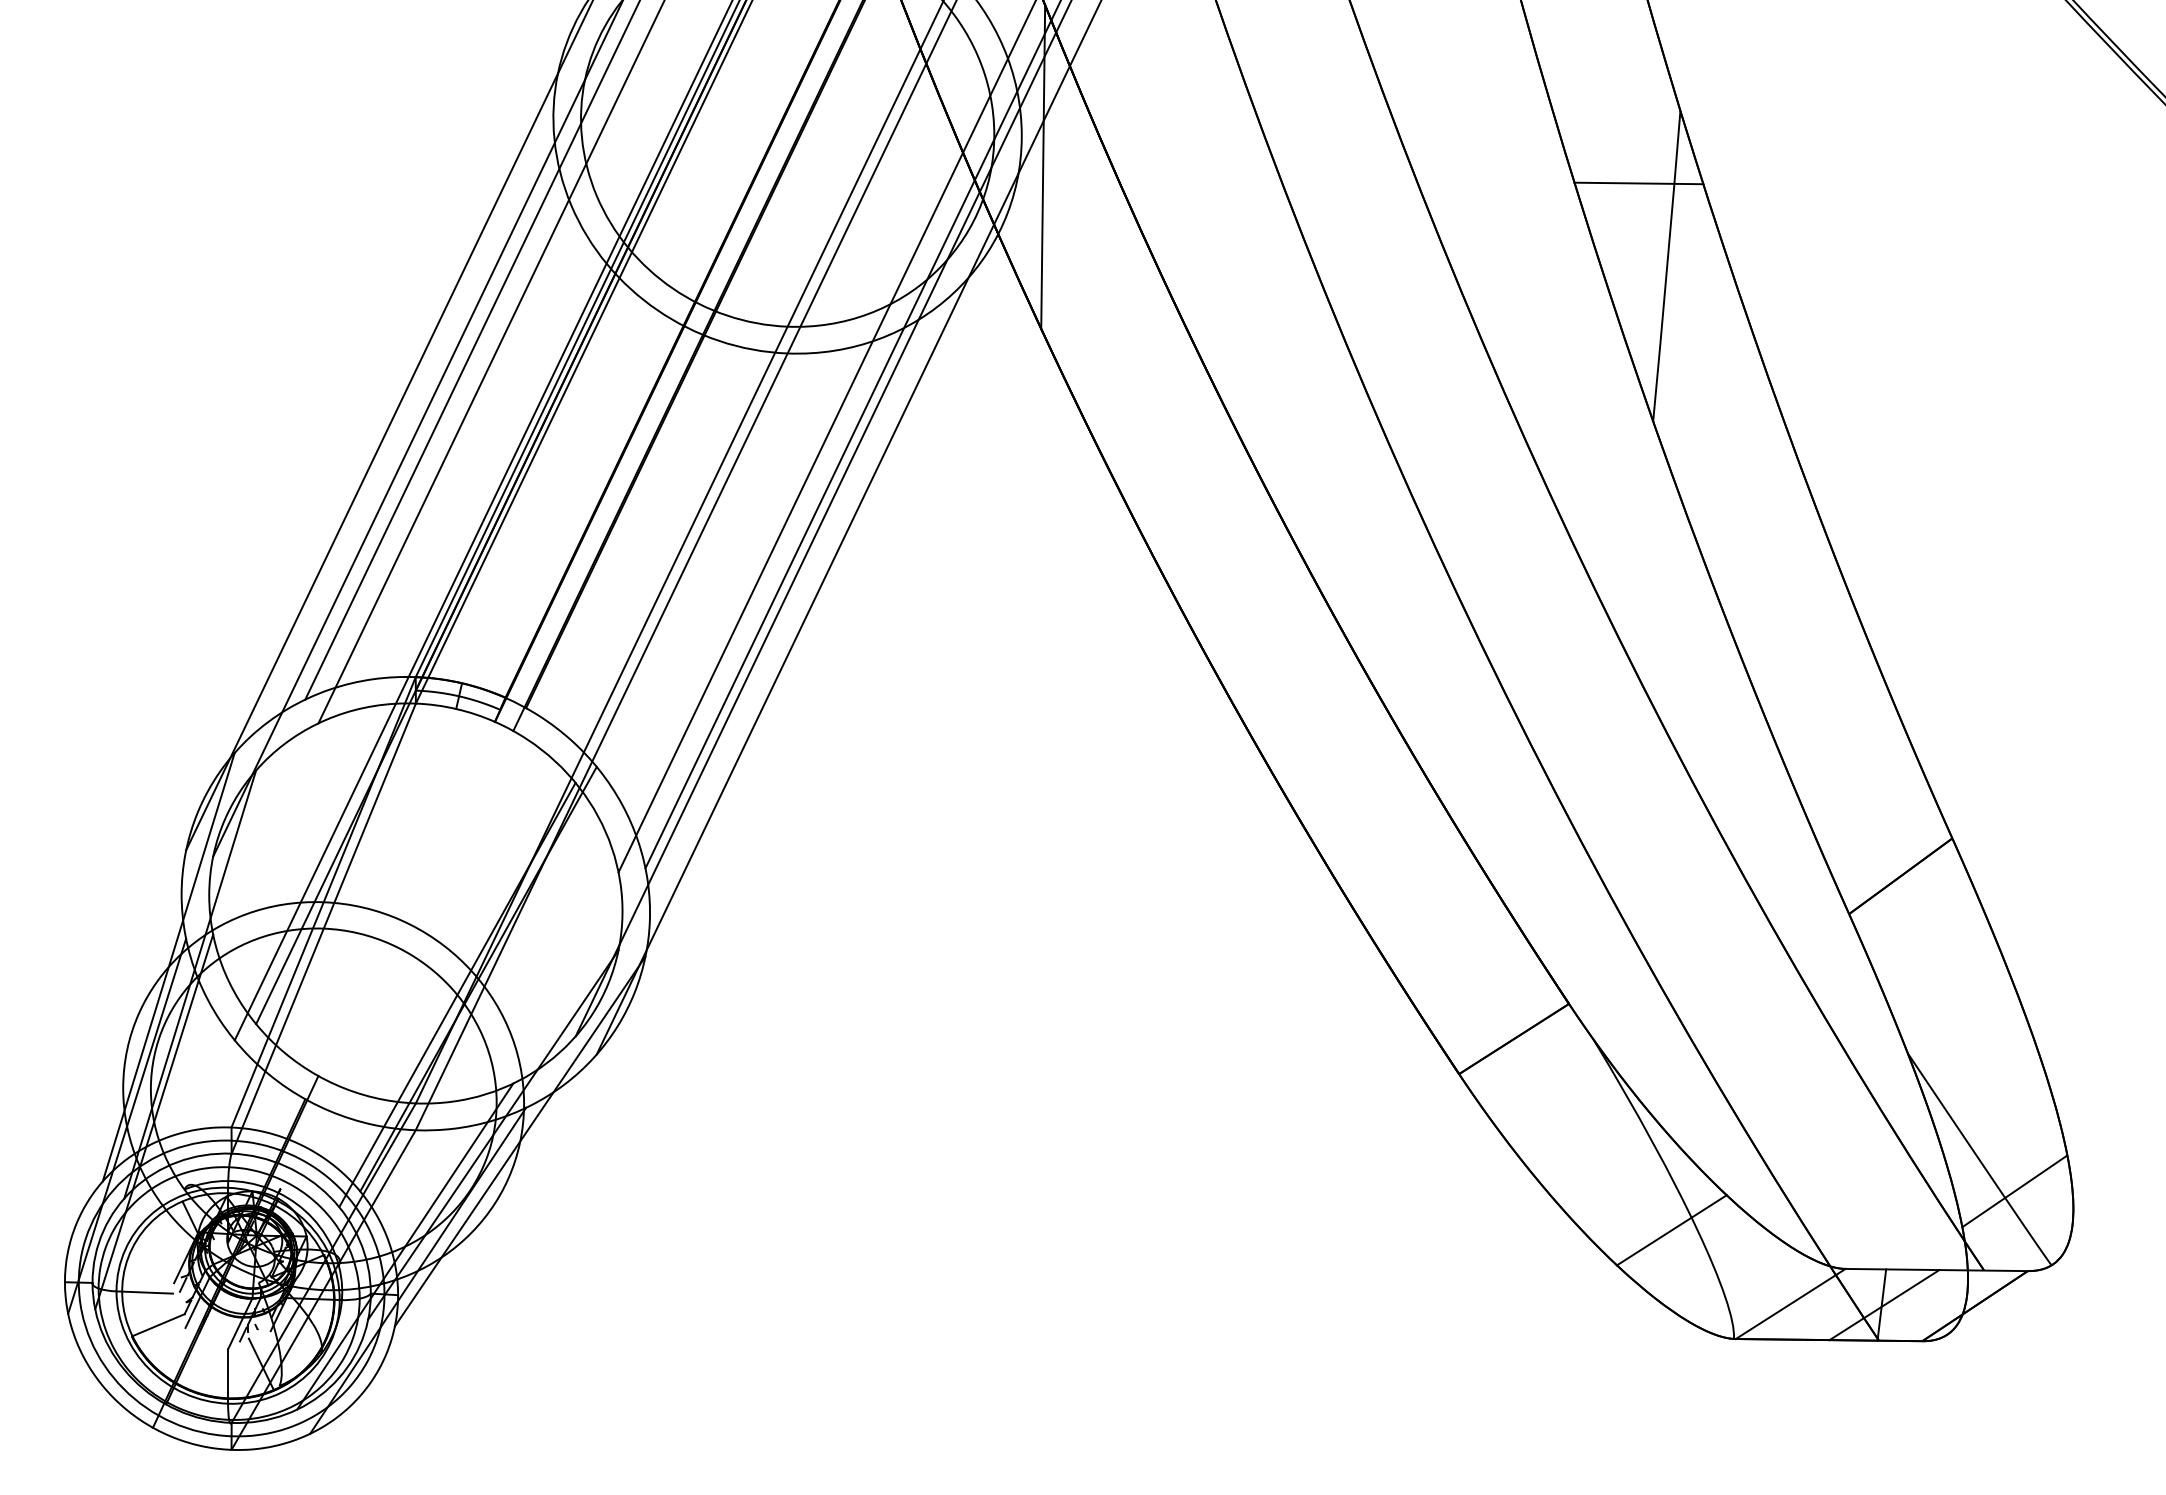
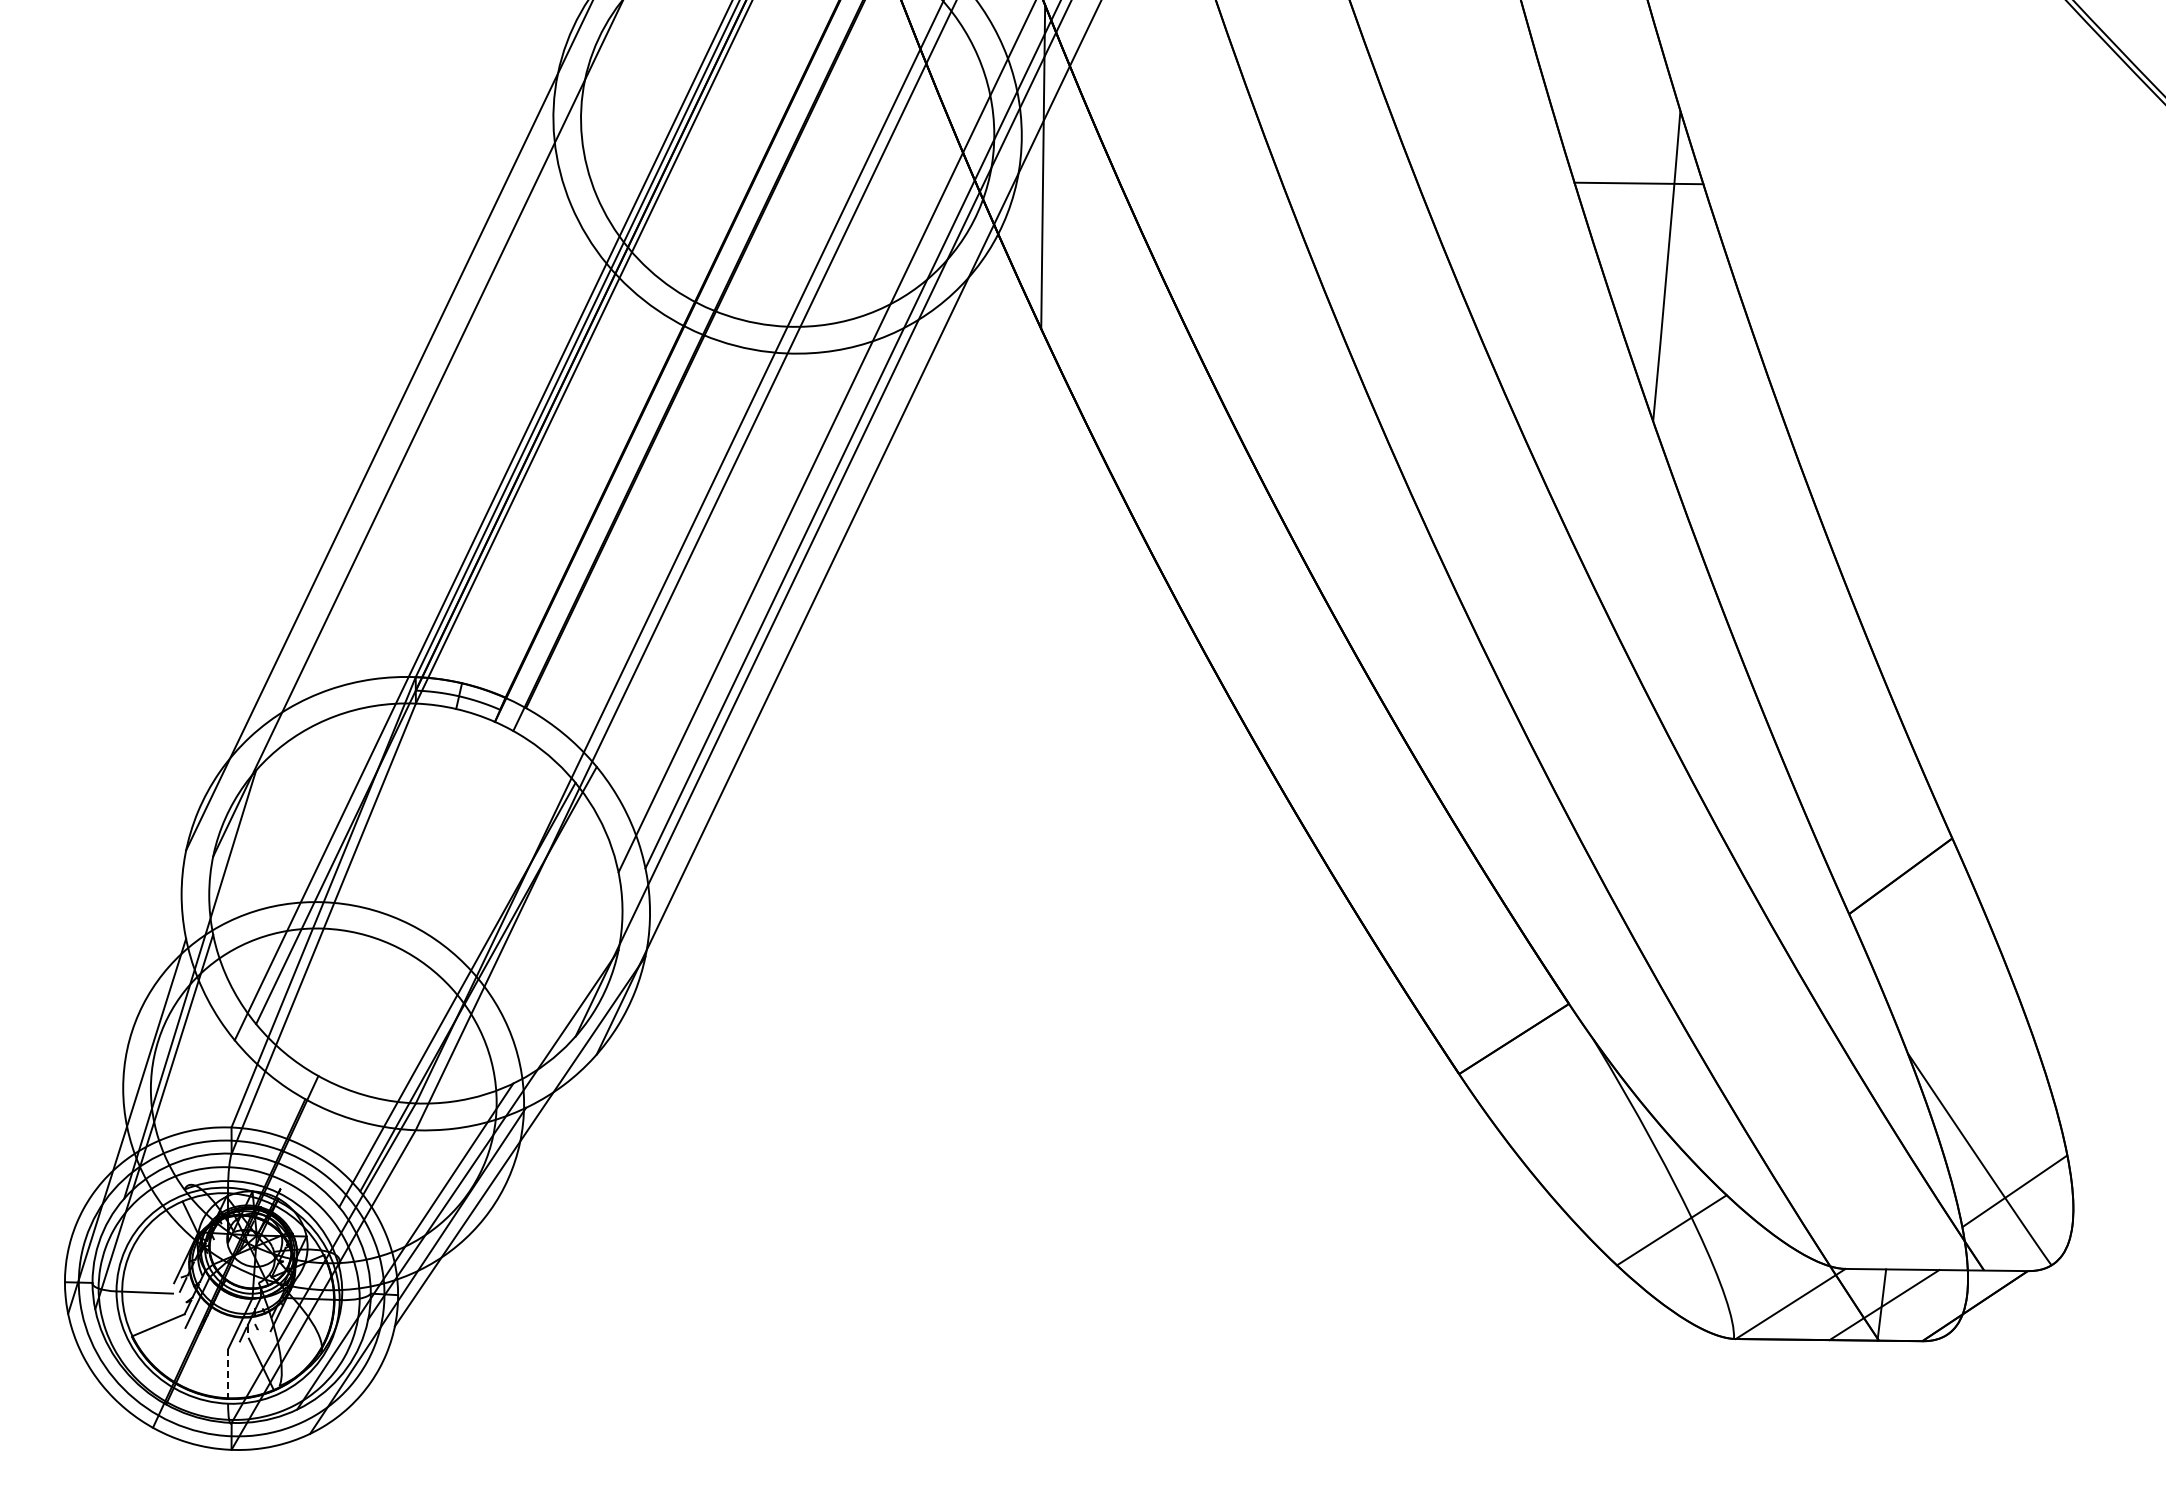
line at (472, 350): present -> none
line at (490, 362): present -> none
line at (168, 966): present -> none
line at (228, 1376): solid -> dashed
